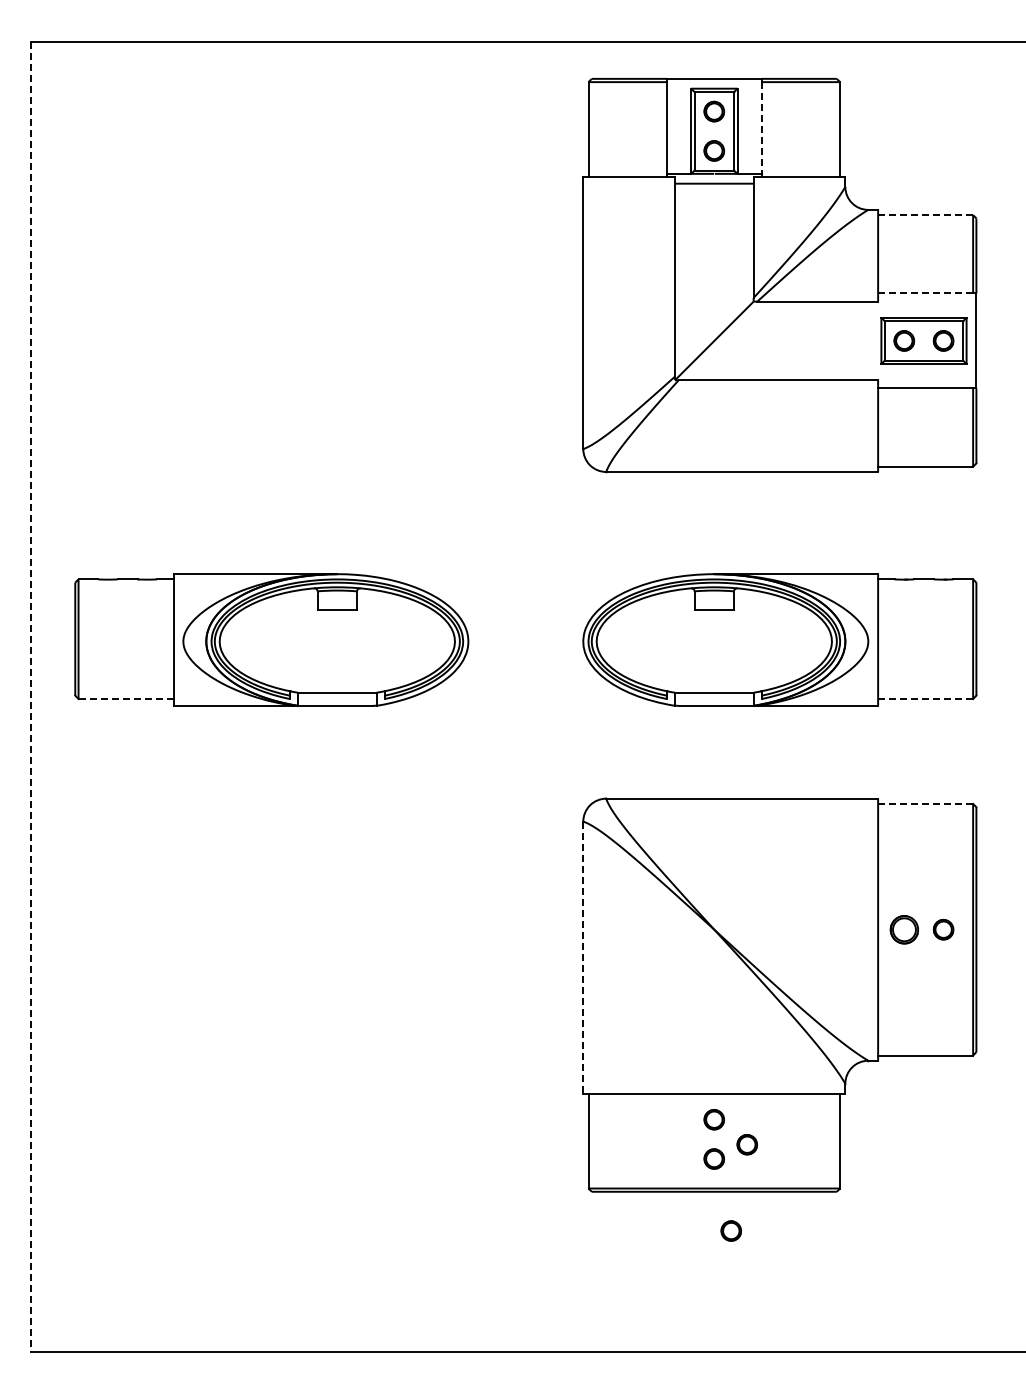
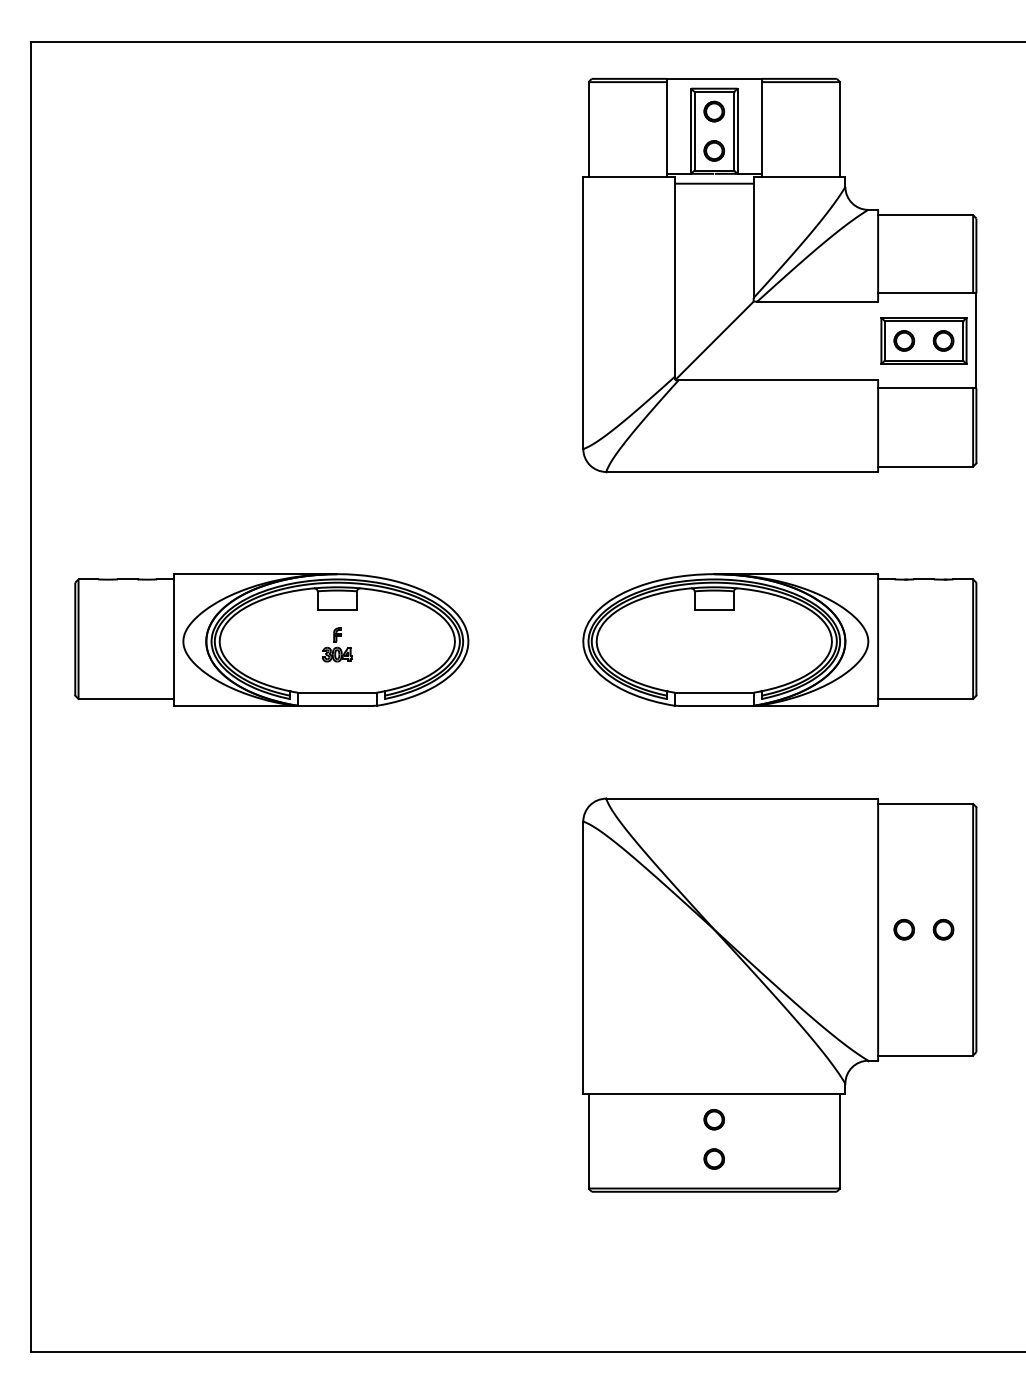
line at (761, 129): dashed -> solid
line at (925, 215): dashed -> solid
line at (925, 293): dashed -> solid
part at (336, 644): none -> present
line at (30, 697): dashed -> solid
line at (126, 699): dashed -> solid
line at (925, 699): dashed -> solid
line at (925, 803): dashed -> solid
part at (903, 929) size: 30x30 px -> 22x23 px
line at (583, 957): dashed -> solid
part at (746, 1144): present -> none
part at (730, 1230): present -> none
